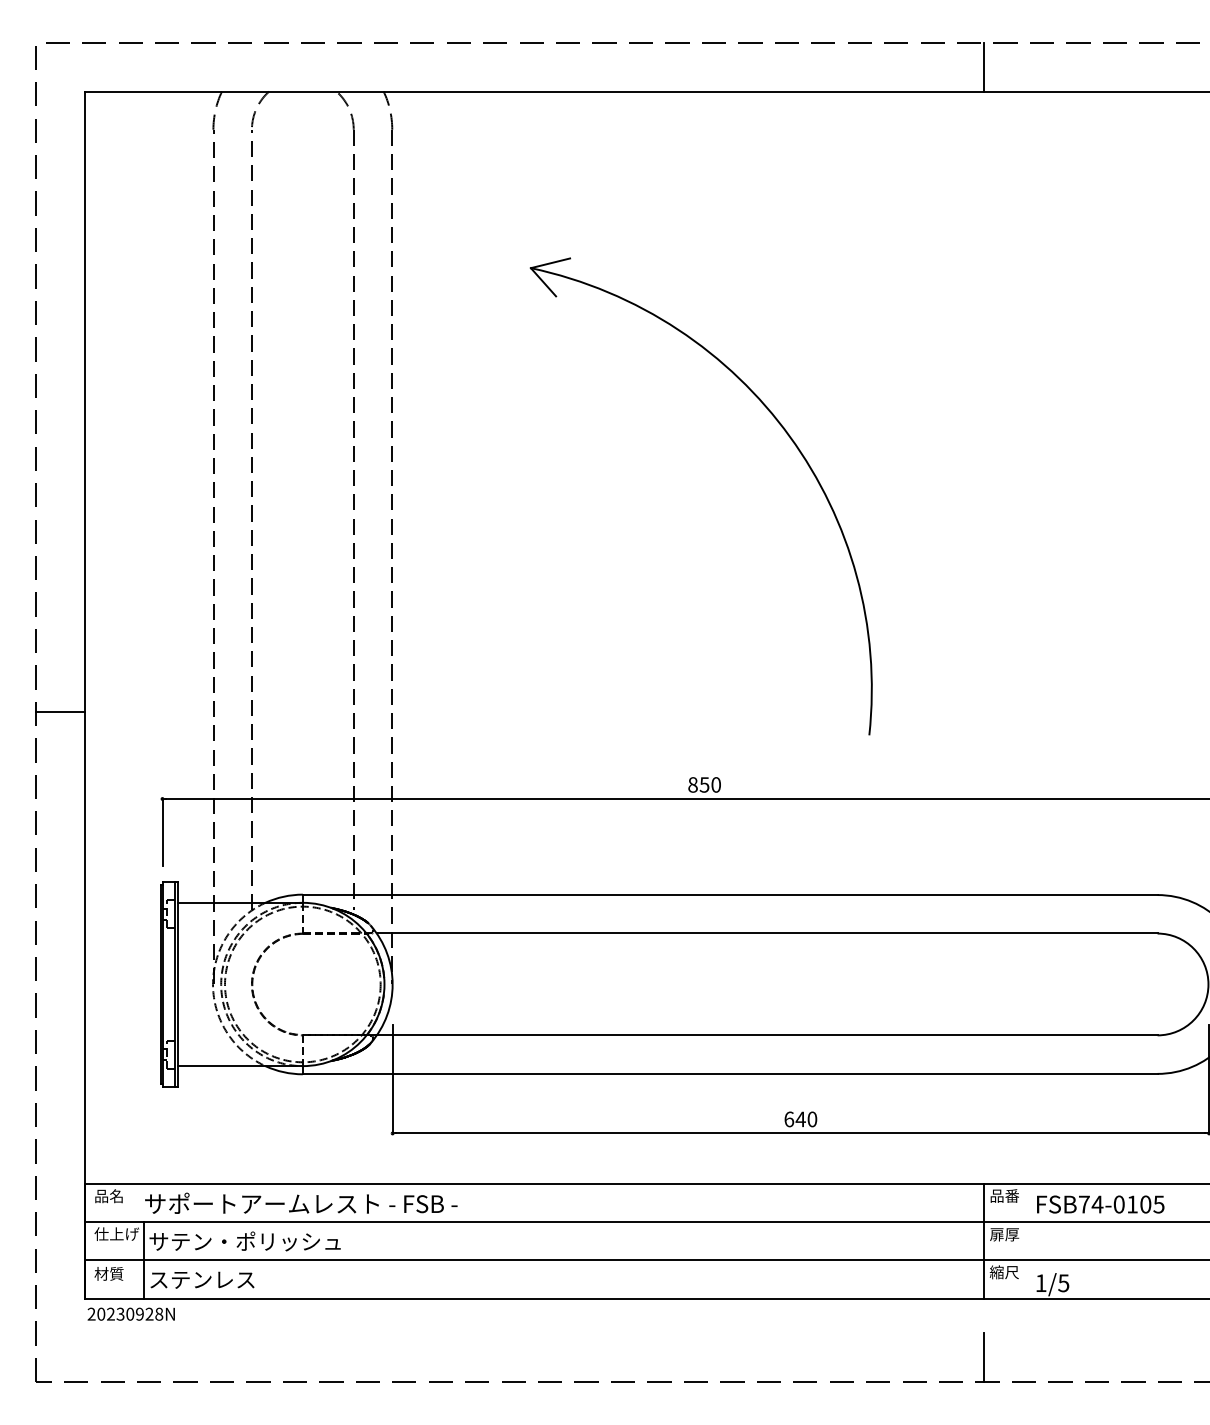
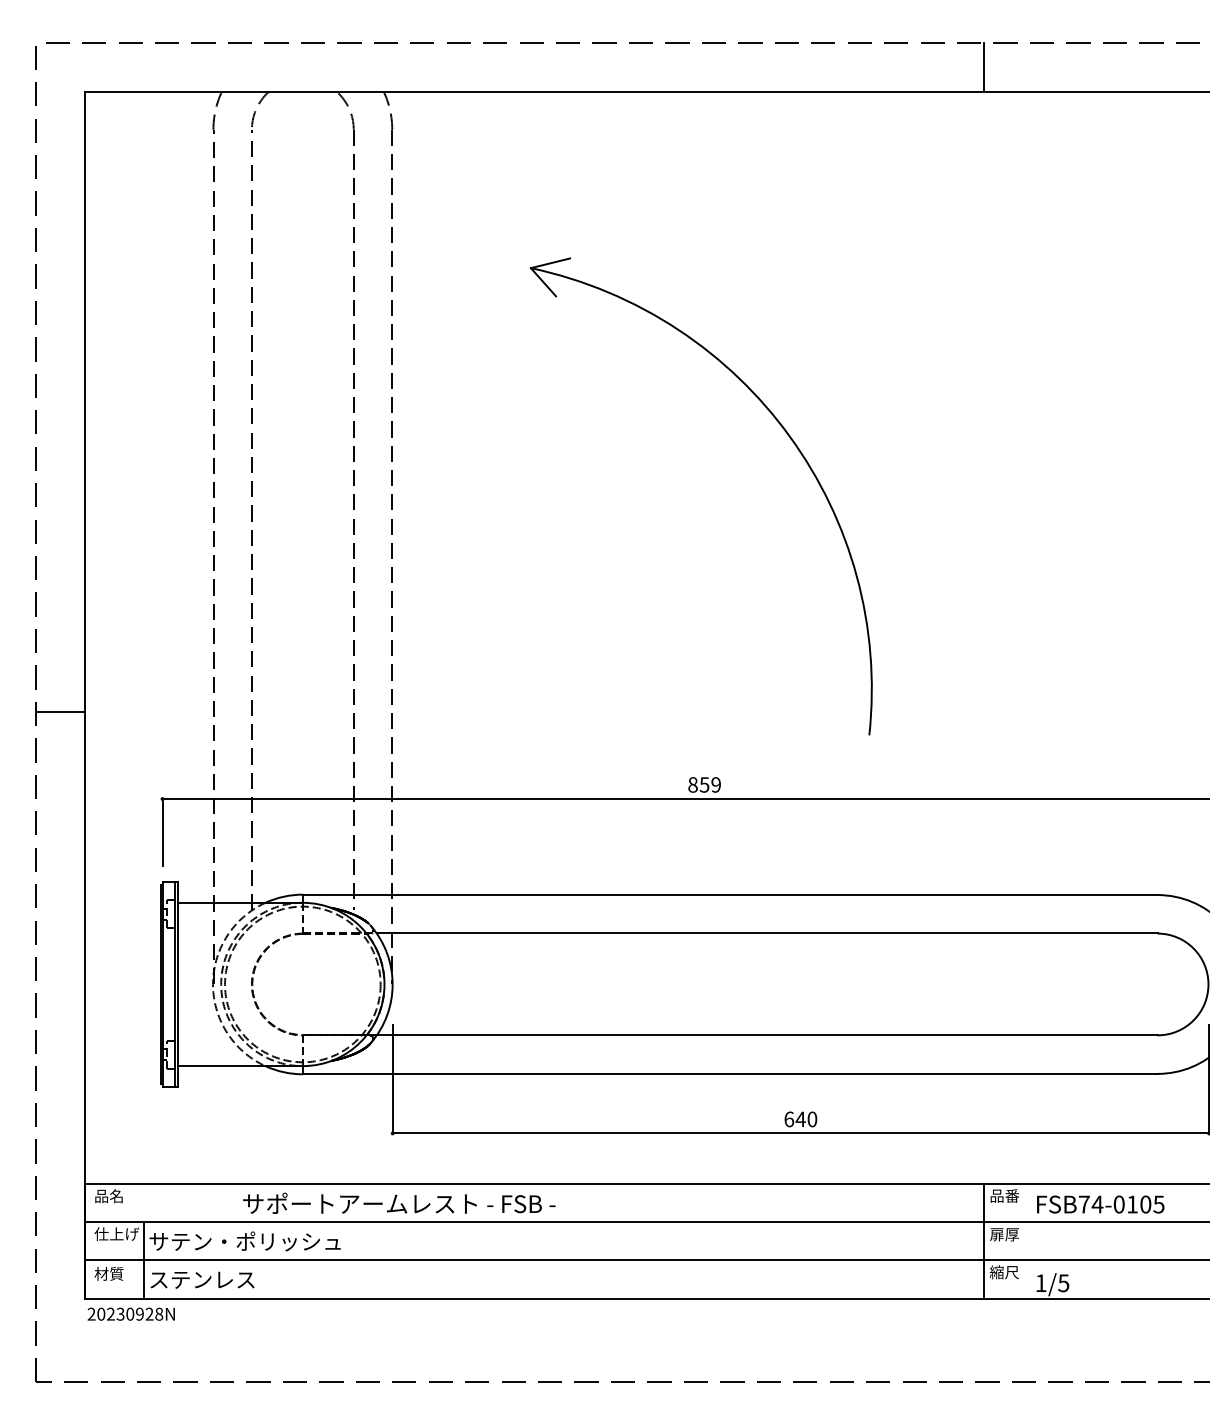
text at (715, 784): 850 -> 859
text at (301, 1202) position: (301, 1202) -> (399, 1202)
line at (983, 1357): present -> none
